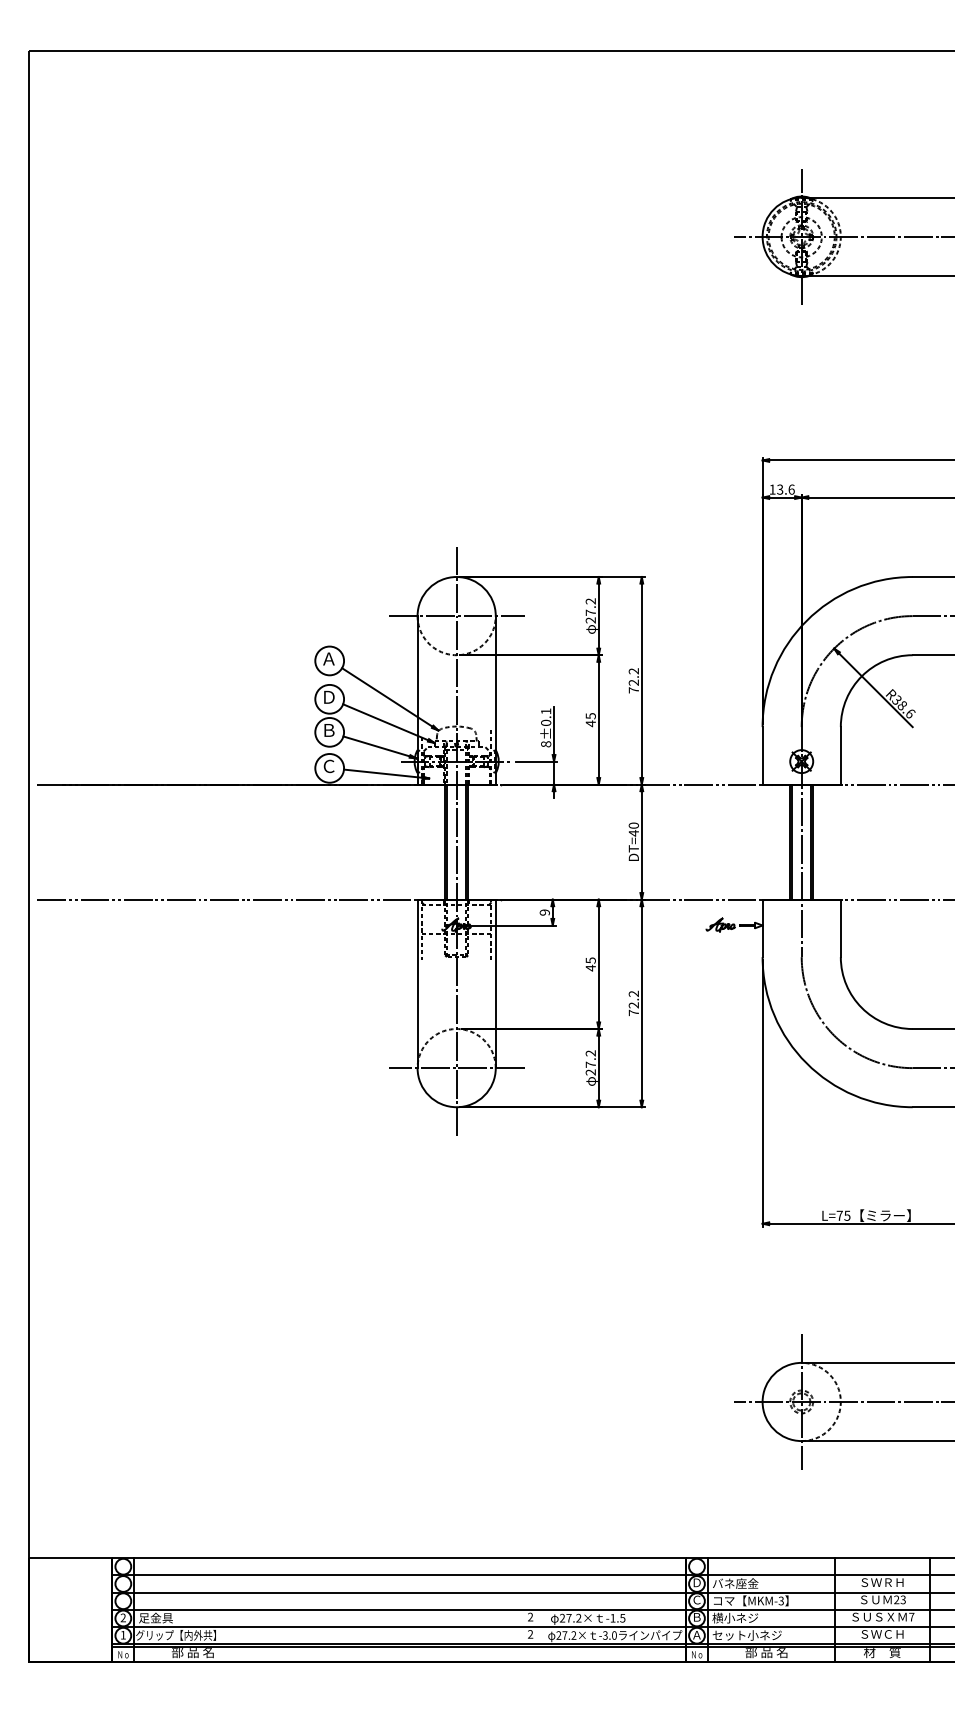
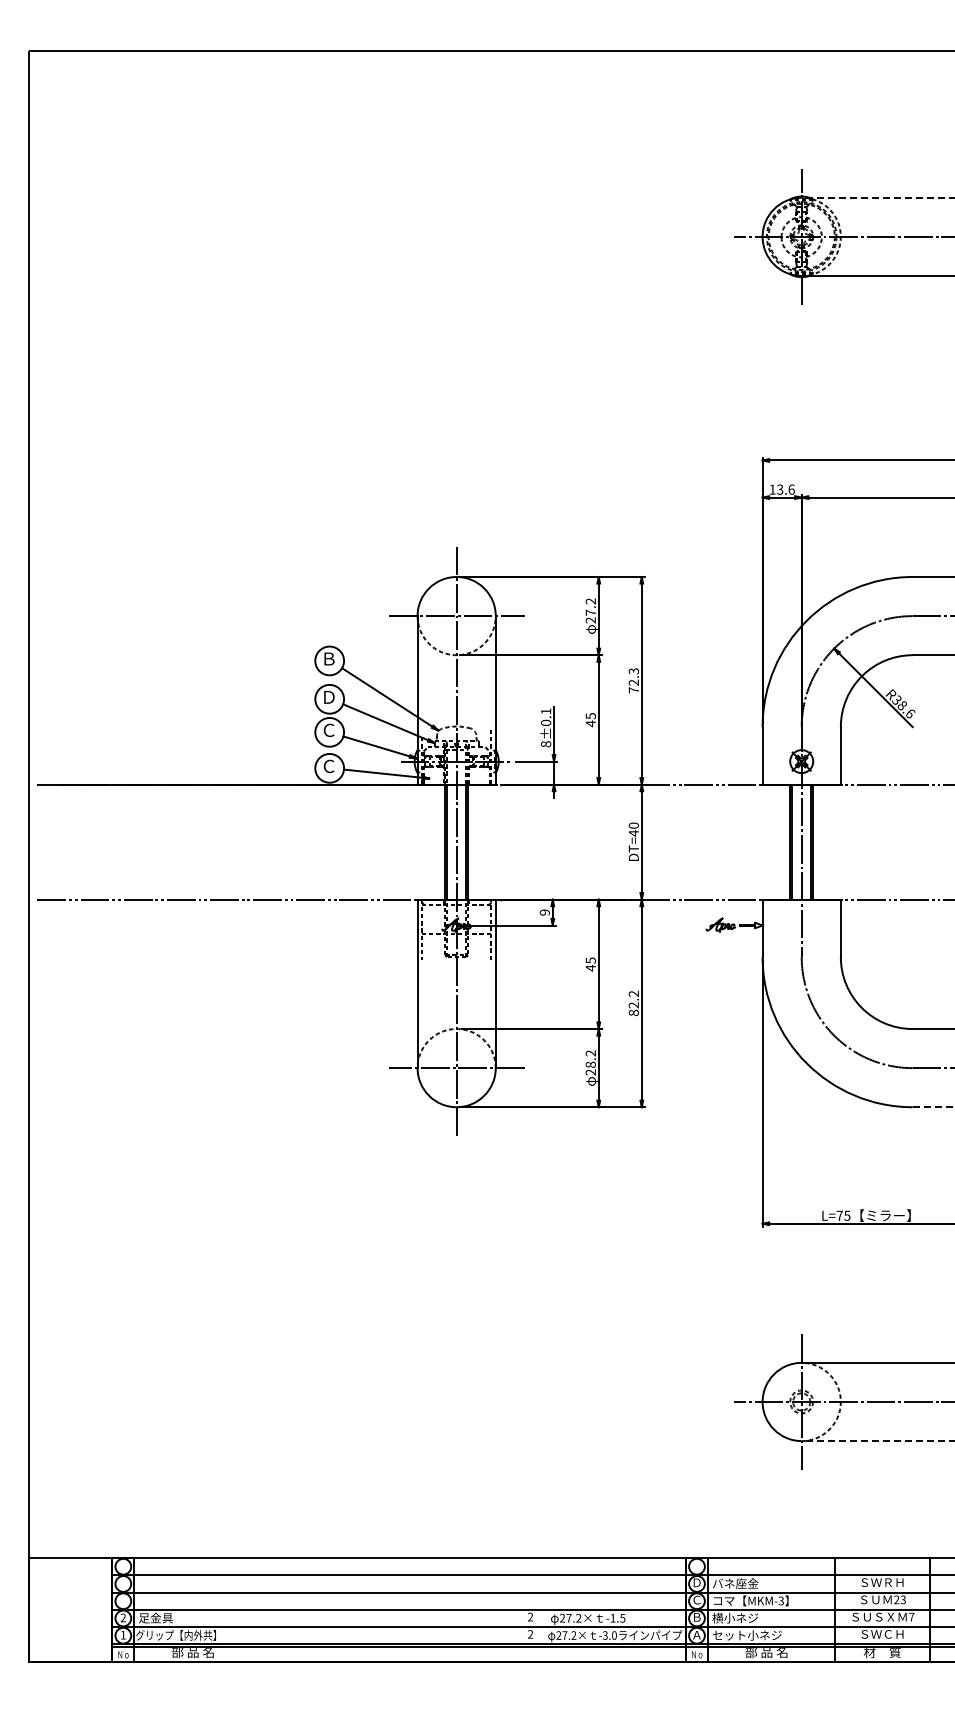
line at (877, 197): solid -> dashed
text at (328, 658): Ａ -> Ｂ
text at (633, 671): 72.2 -> 72.3
text at (328, 730): Ｂ -> Ｃ
text at (633, 1012): 72.2 -> 82.2
text at (590, 1064): 27.2 -> 28.2
line at (933, 1107): solid -> dashed
line at (877, 1441): solid -> dashed
